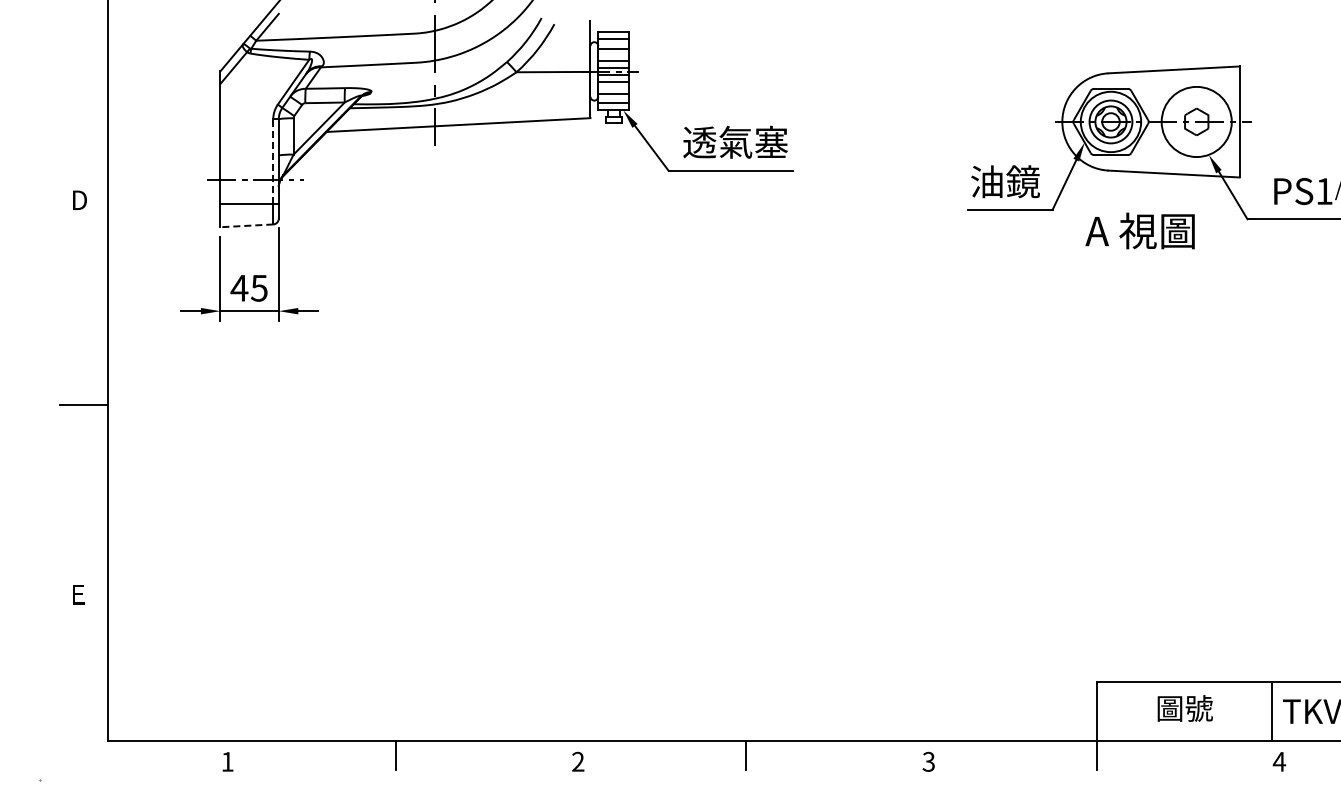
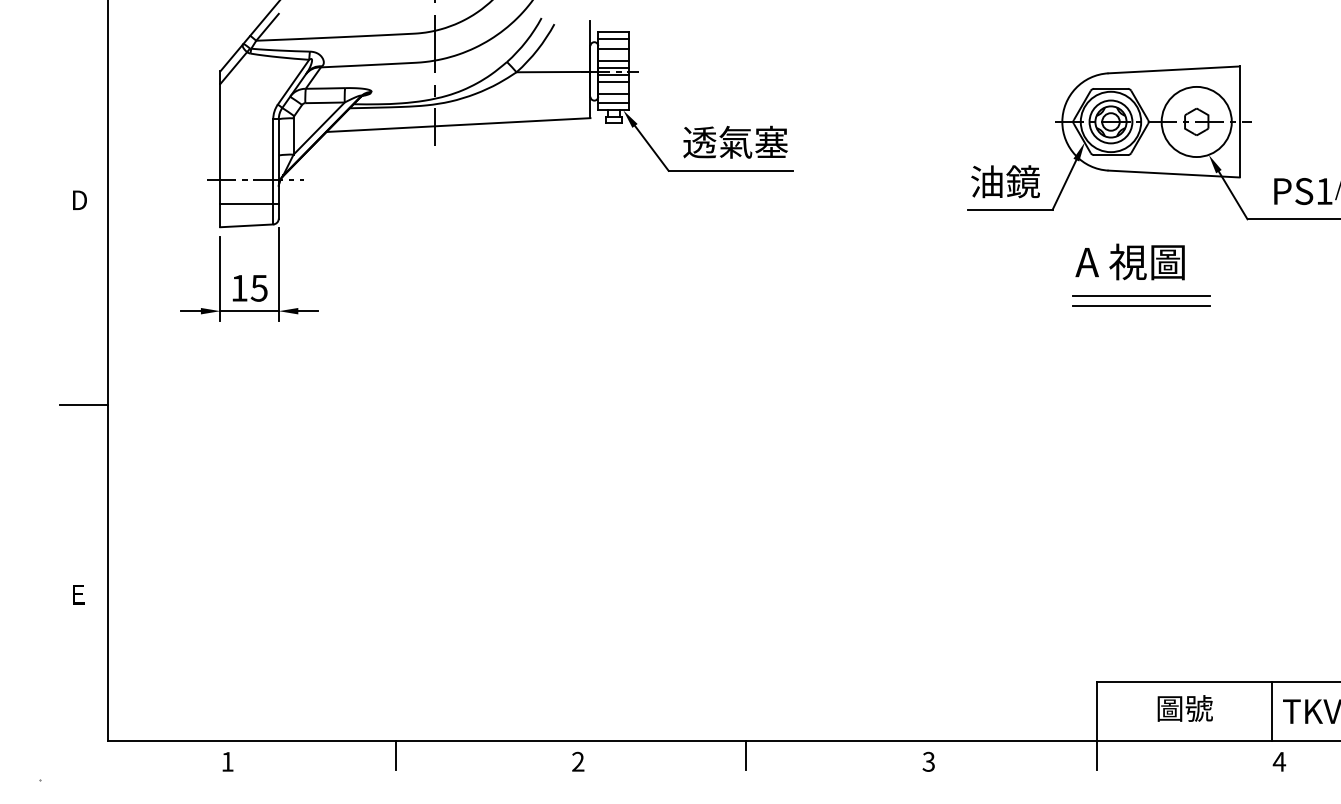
line at (273, 161): dashed -> solid
line at (246, 225): dashed -> solid
text at (1139, 230) position: (1139, 230) -> (1129, 261)
text at (239, 288): 45 -> 15
line at (1141, 295): none -> present
line at (1141, 305): none -> present
